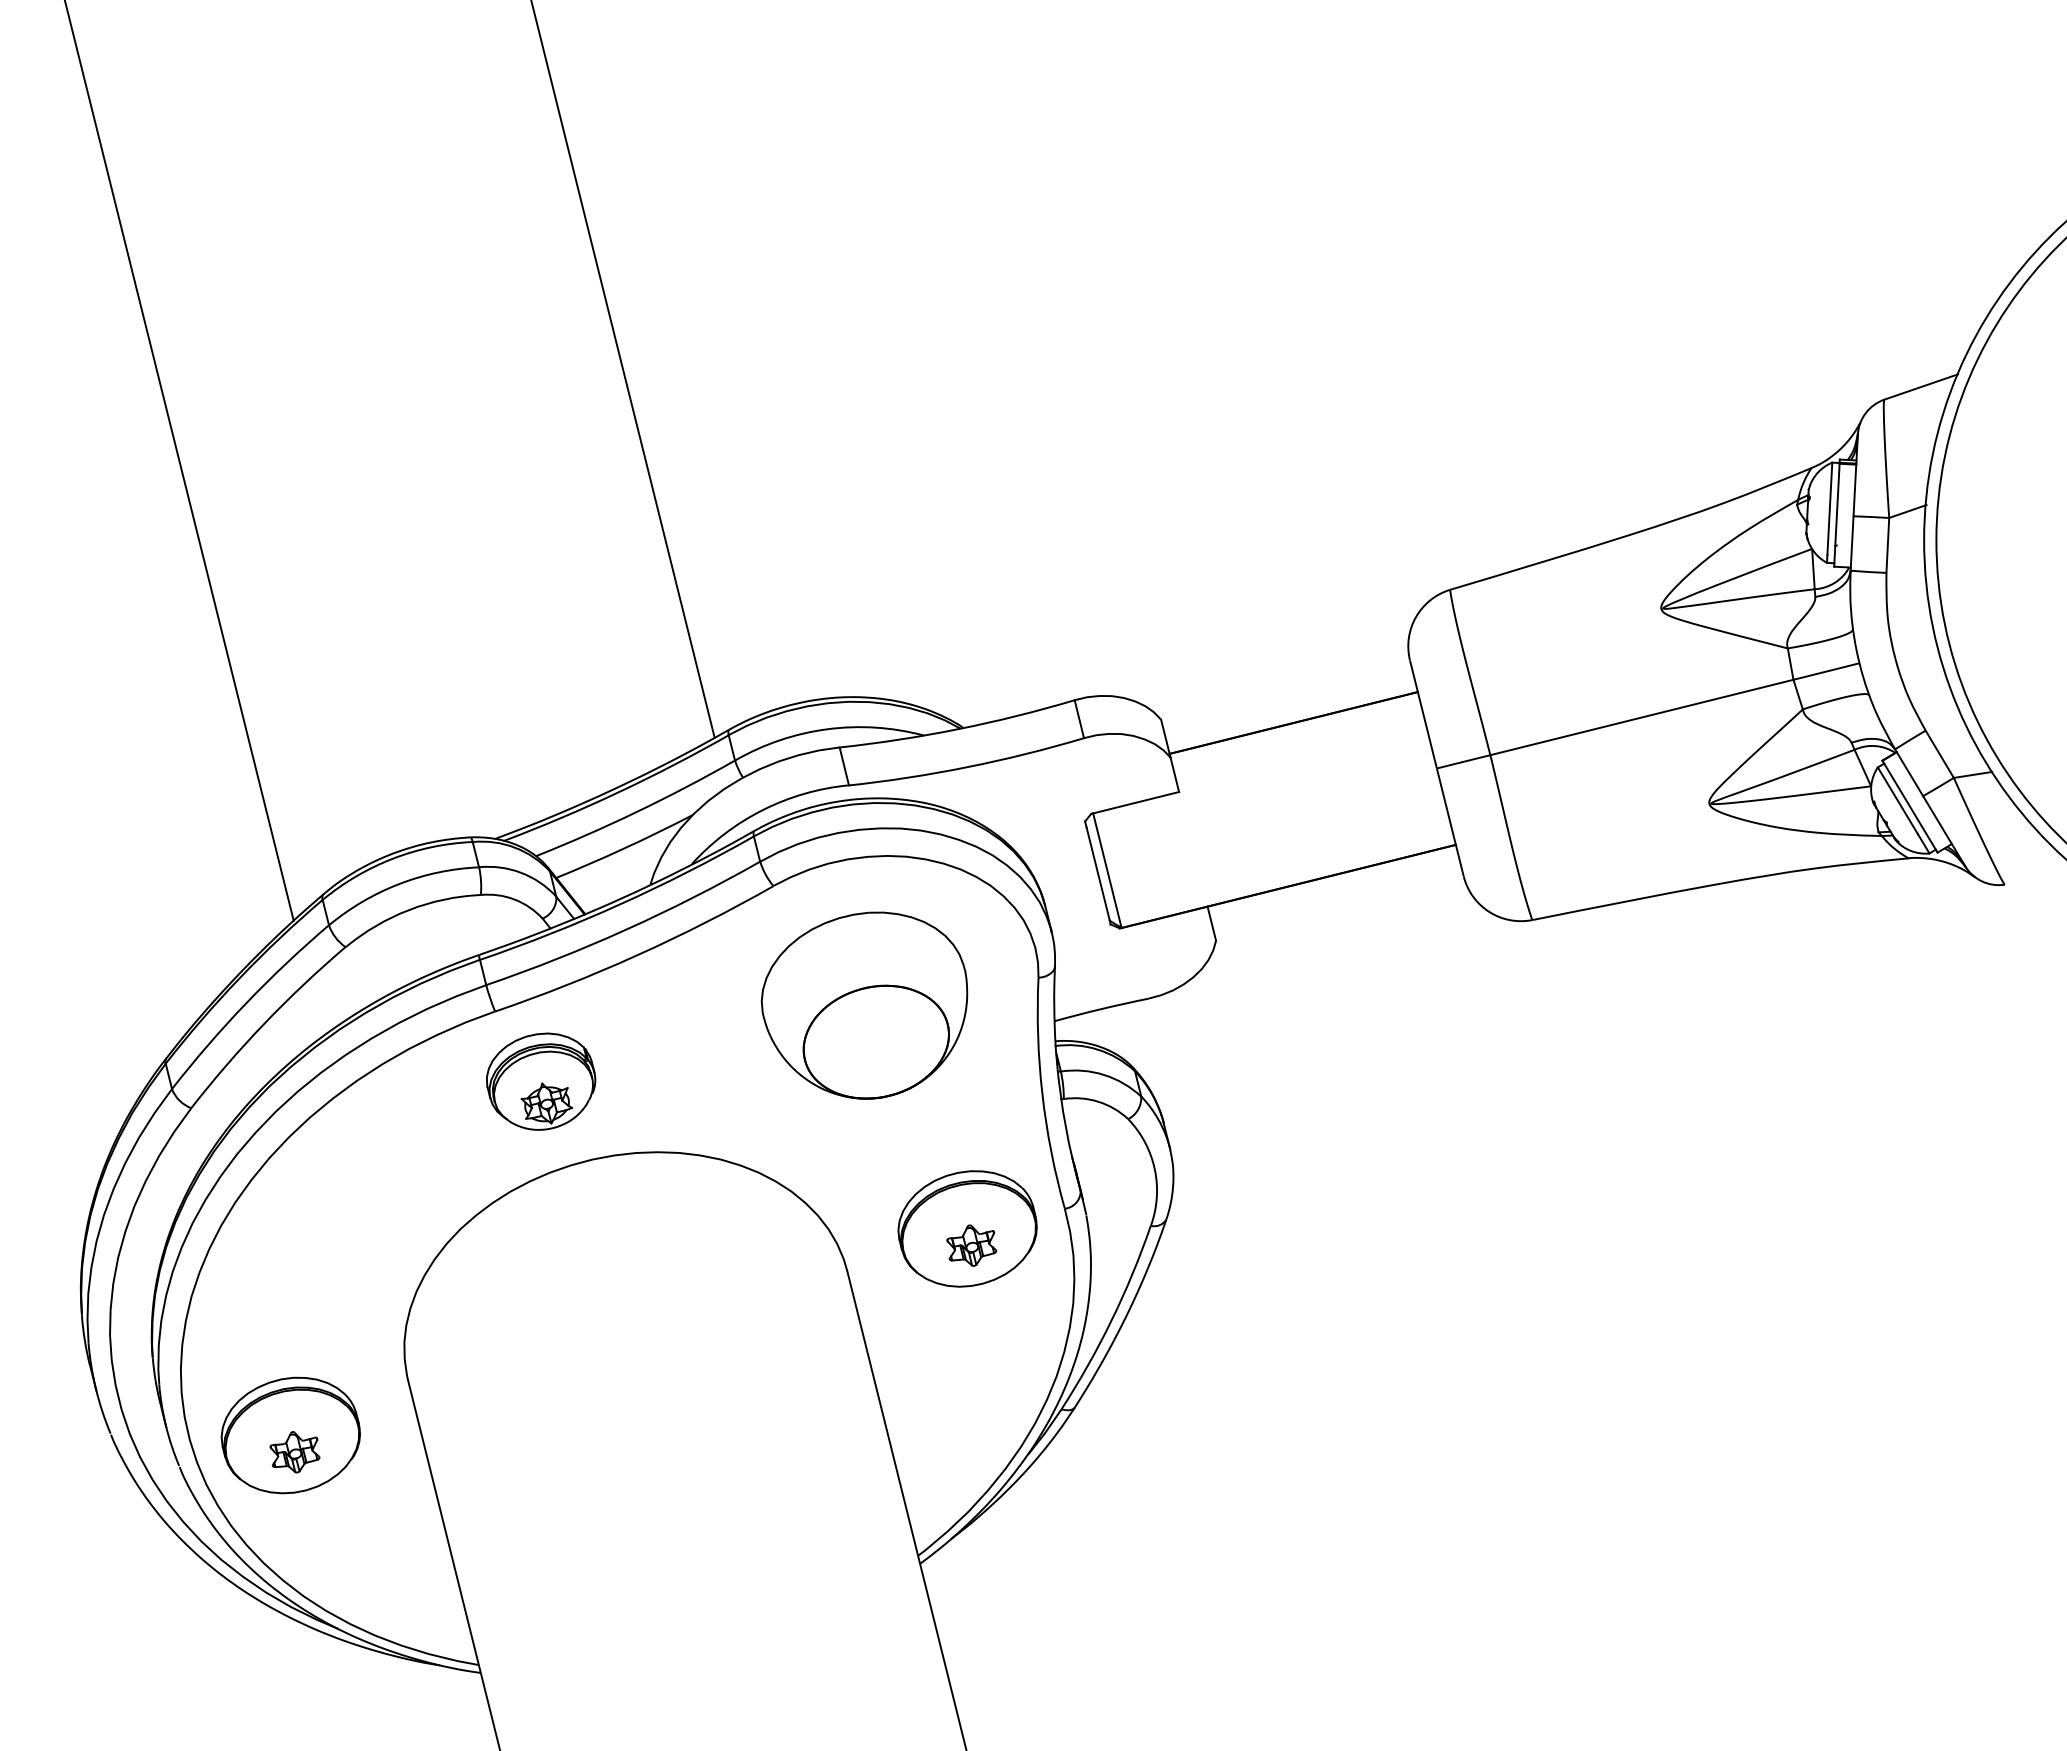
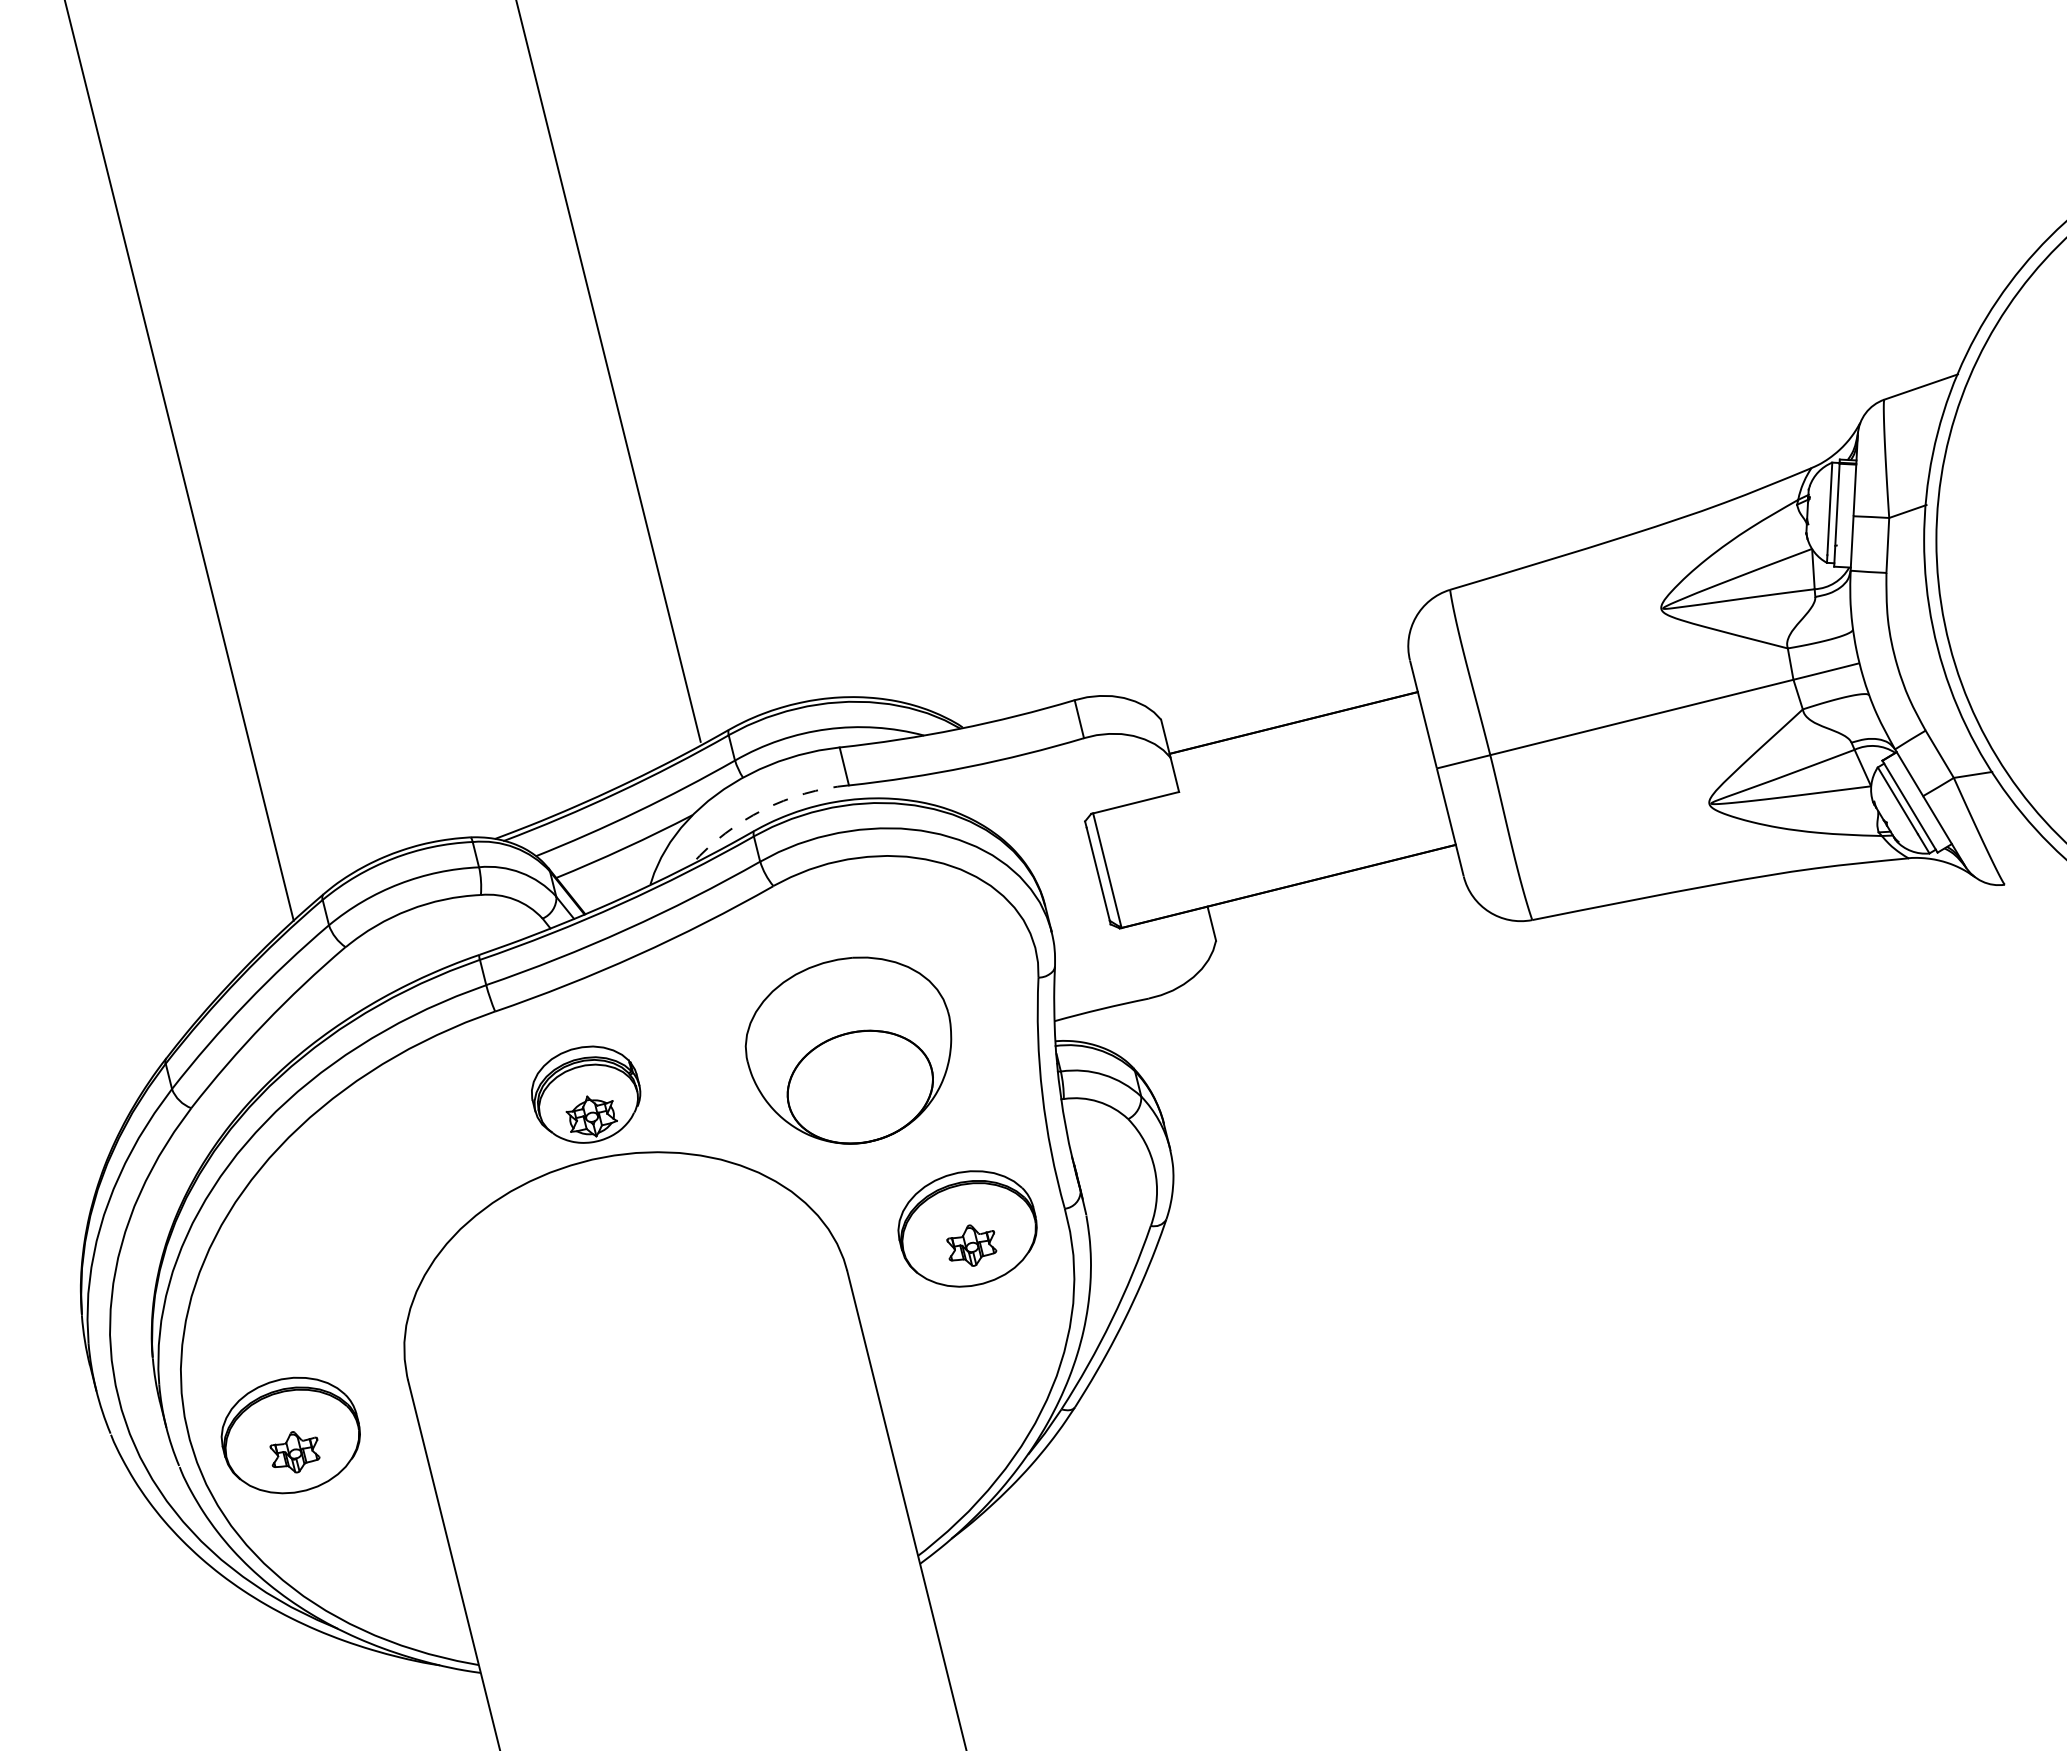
line at (622, 369) position: (622, 369) -> (608, 371)
arc at (763, 809): solid -> dashed
part at (864, 1005) position: (864, 1005) -> (848, 1050)
part at (541, 1081) position: (541, 1081) -> (586, 1094)
